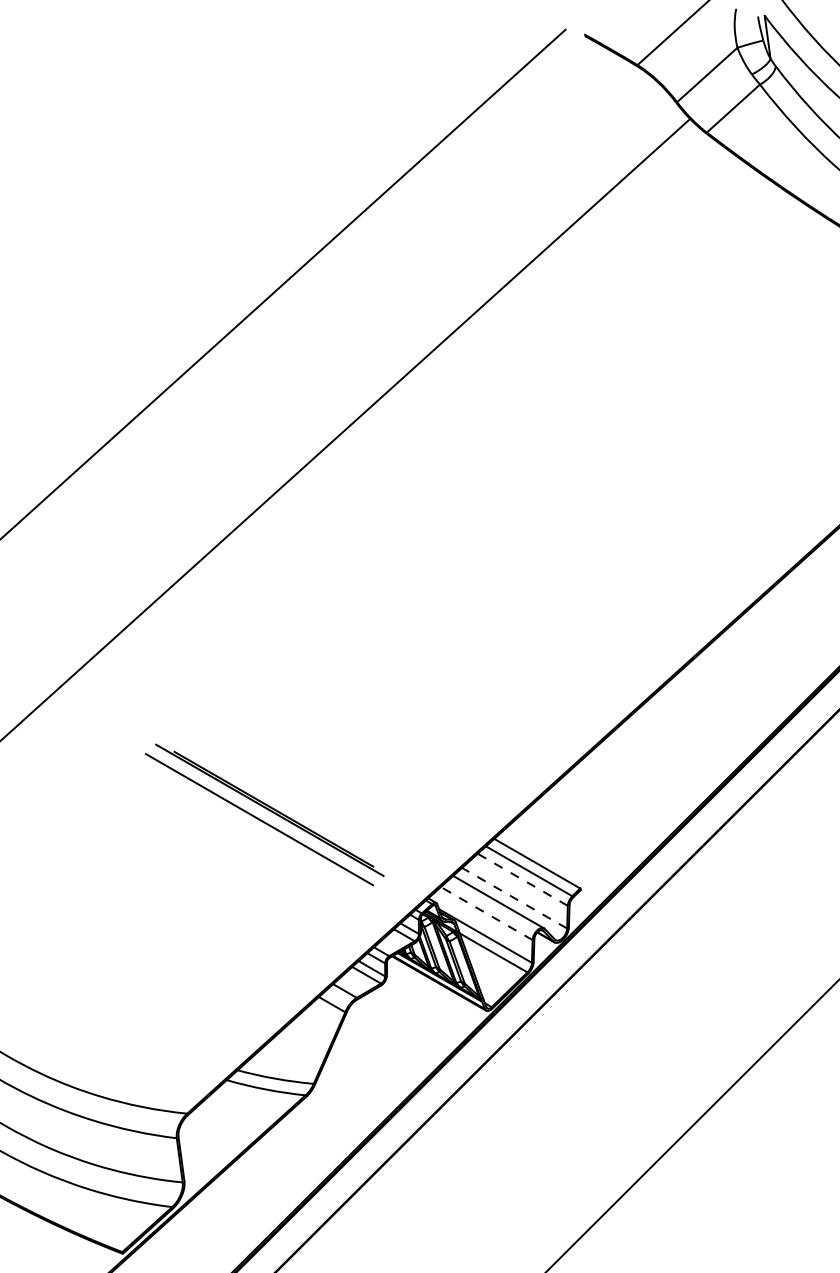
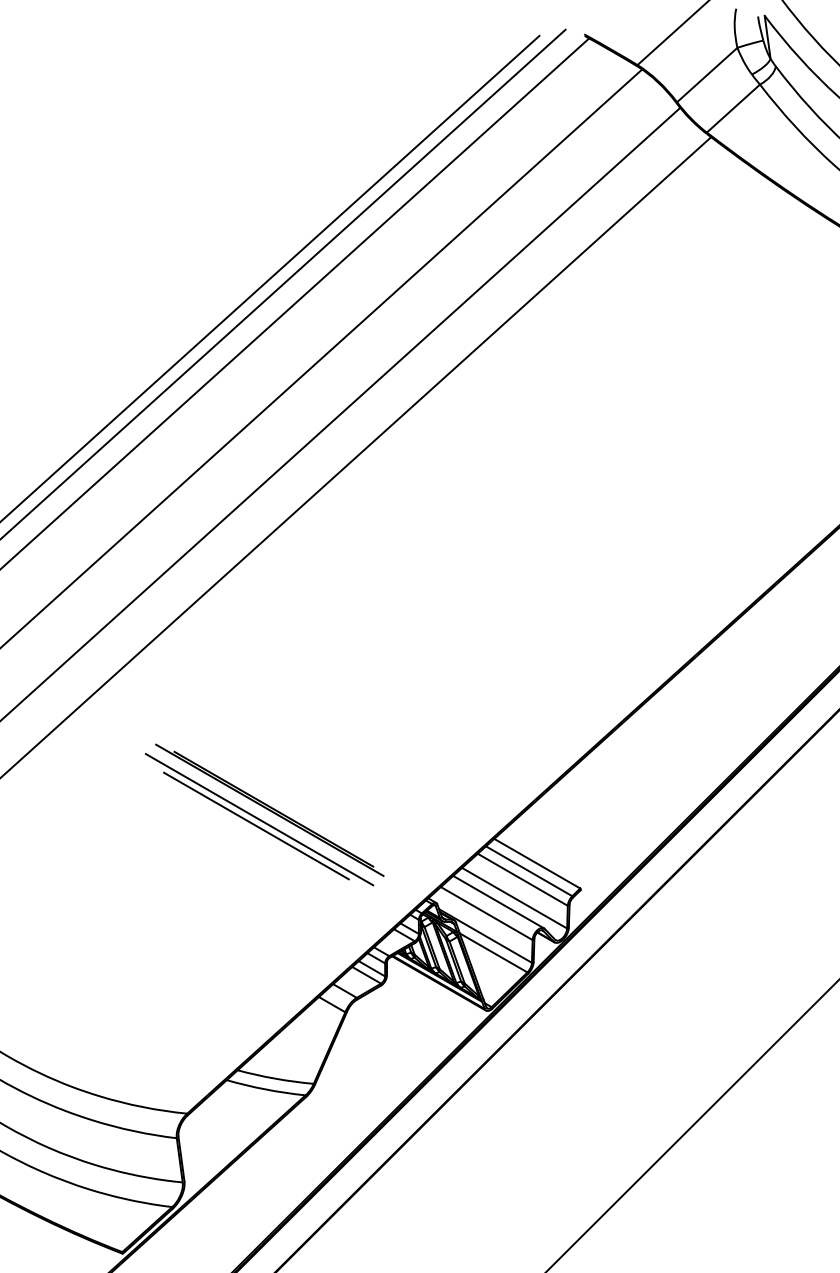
line at (270, 277): none -> present
line at (295, 302): none -> present
line at (322, 357): none -> present
line at (346, 428) position: (346, 428) -> (341, 413)
line at (356, 456): none -> present
line at (256, 825): none -> present
line at (522, 879): dashed -> solid
line at (514, 898): dashed -> solid
line at (486, 913): dashed -> solid
